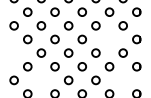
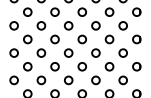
circle at (109, 39): none -> present
circle at (13, 52): none -> present
circle at (41, 80): none -> present
circle at (122, 80): none -> present
